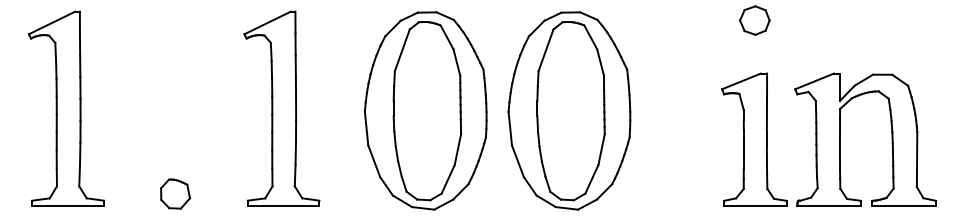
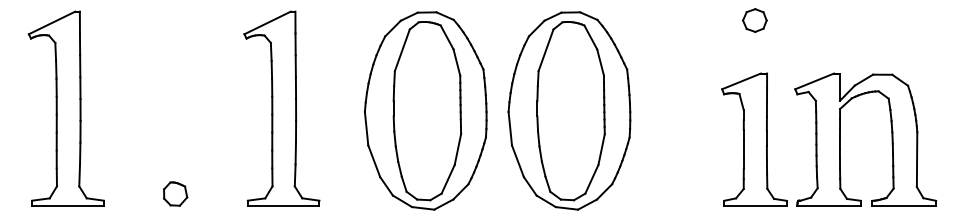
part at (754, 20) size: 32x31 px -> 26x25 px
part at (175, 193) size: 32x32 px -> 26x26 px
